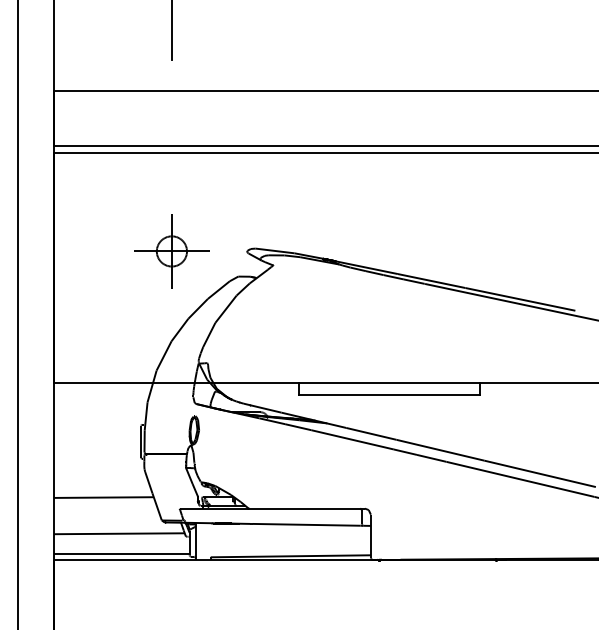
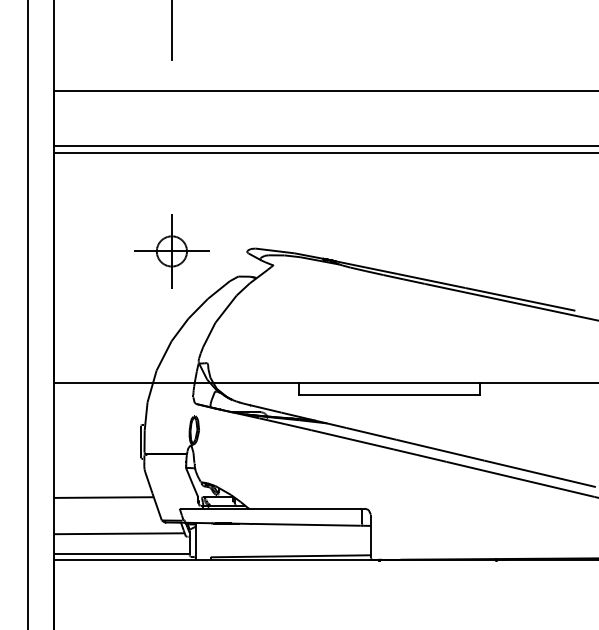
line at (17, 314) position: (17, 314) -> (27, 314)
